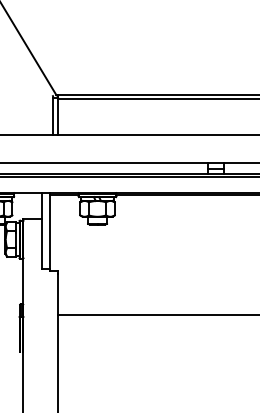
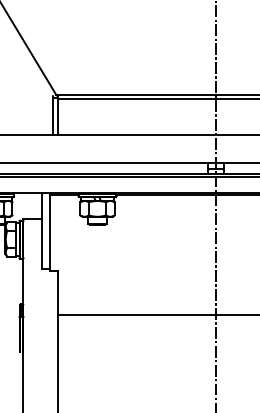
line at (215, 205): none -> present
